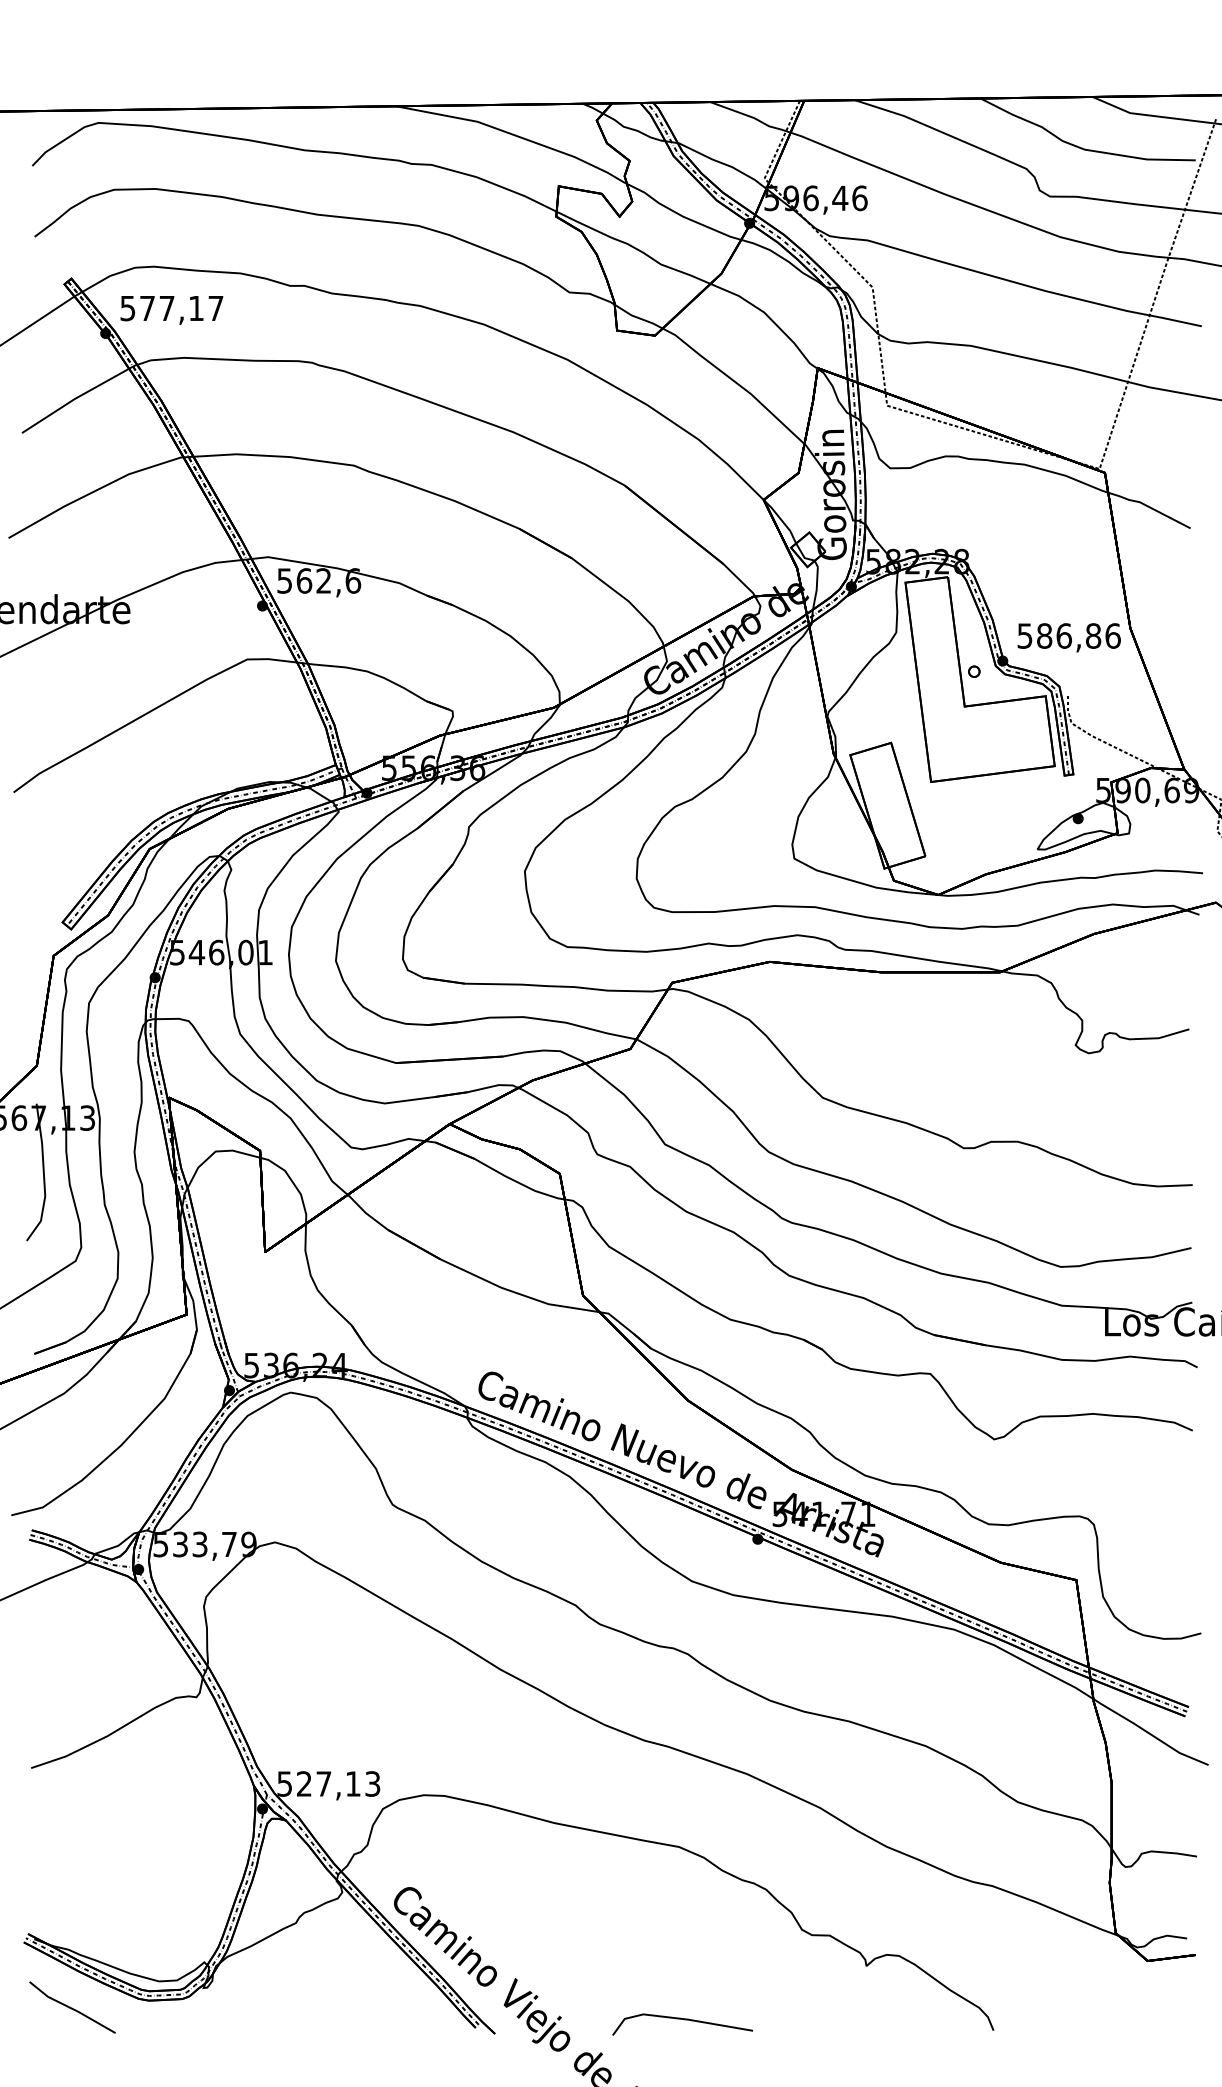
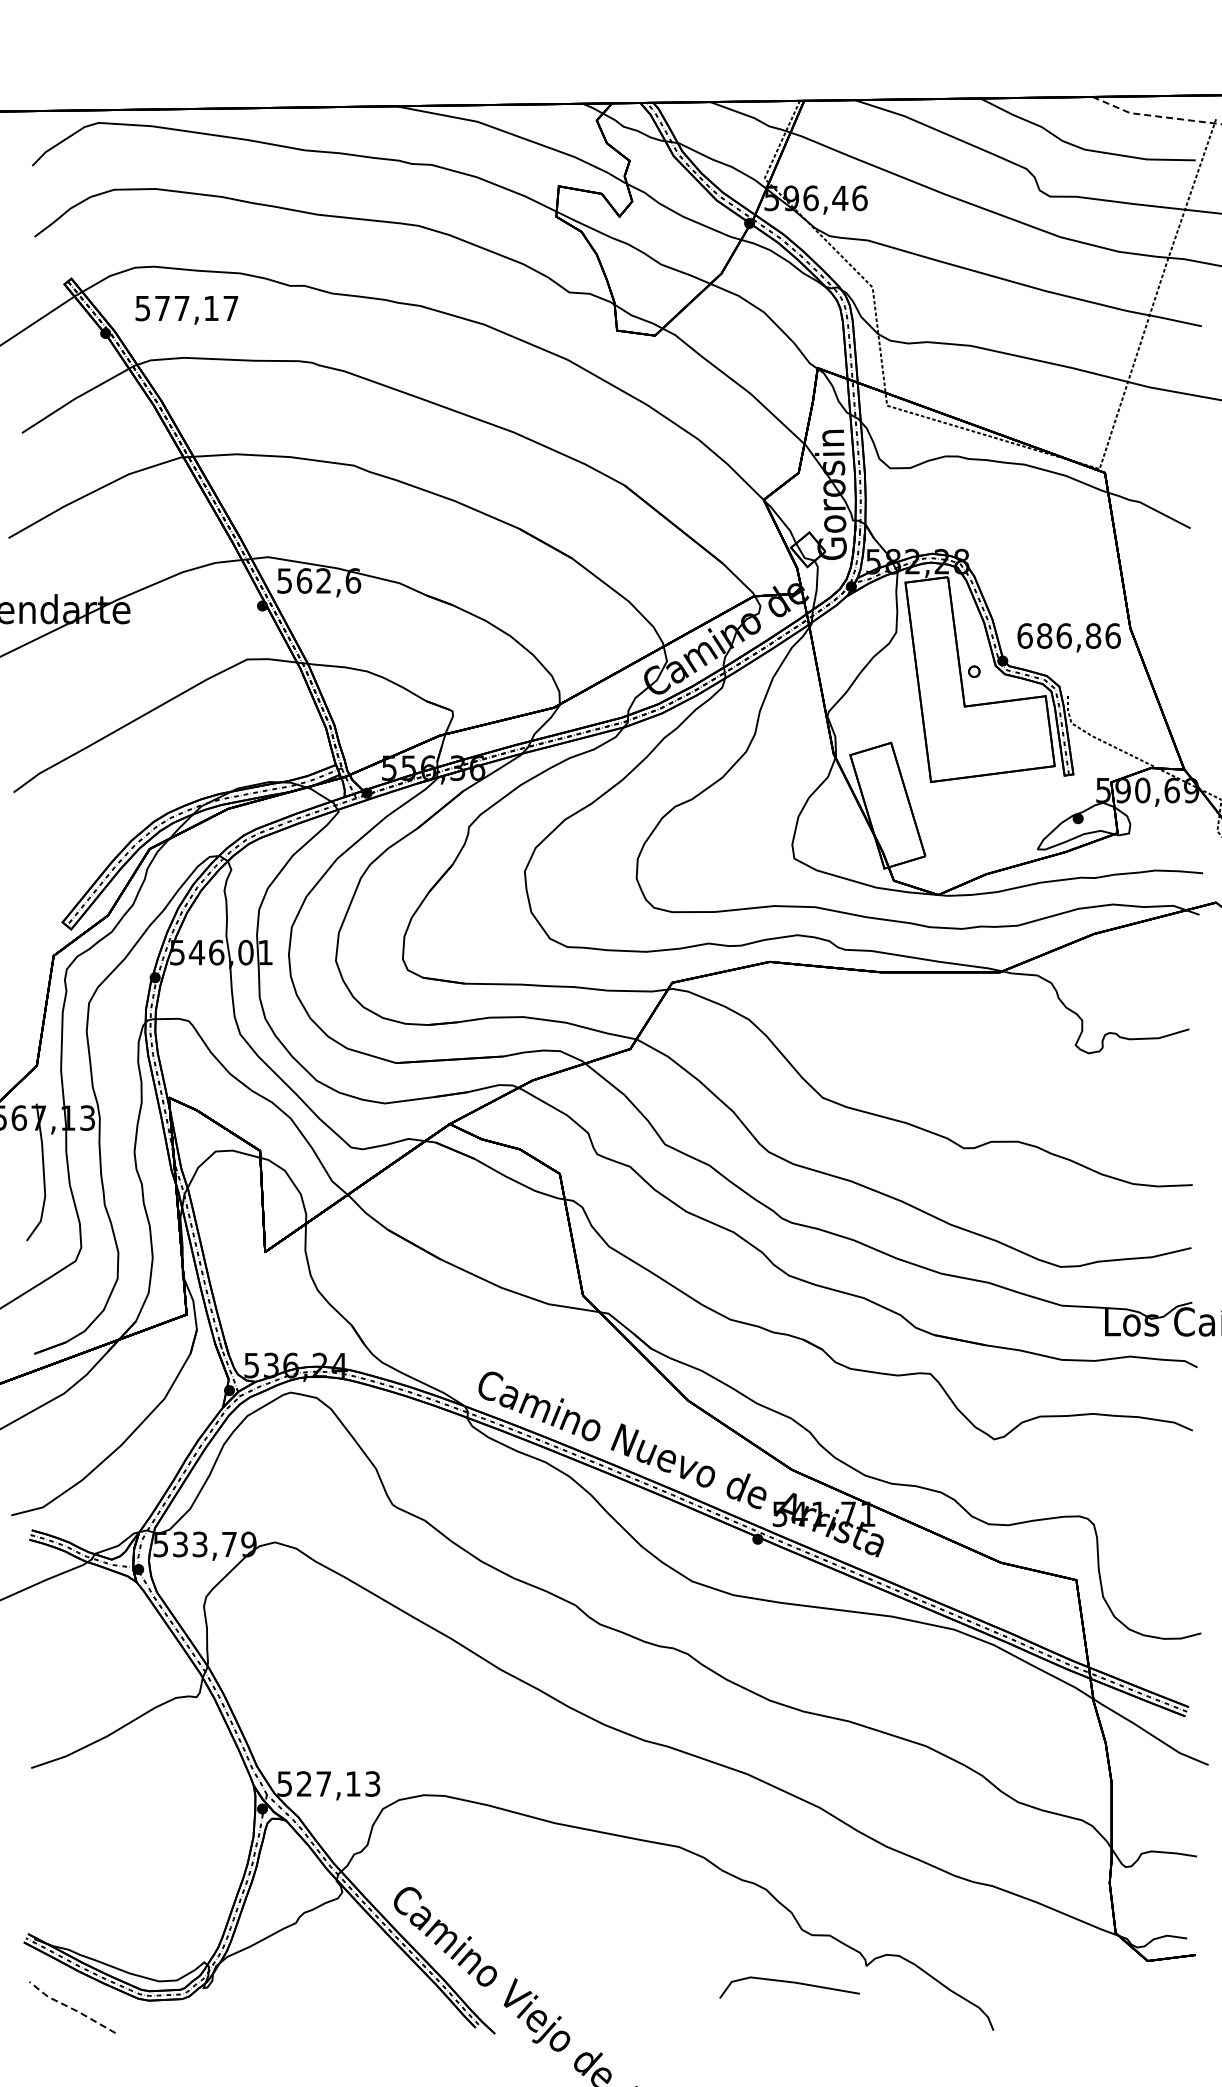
line at (1155, 116): solid -> dashed
text at (171, 310) position: (171, 310) -> (186, 310)
text at (1024, 635): 586,86 -> 686,86
line at (72, 2008): solid -> dashed
line at (684, 2020) position: (684, 2020) -> (791, 1983)
